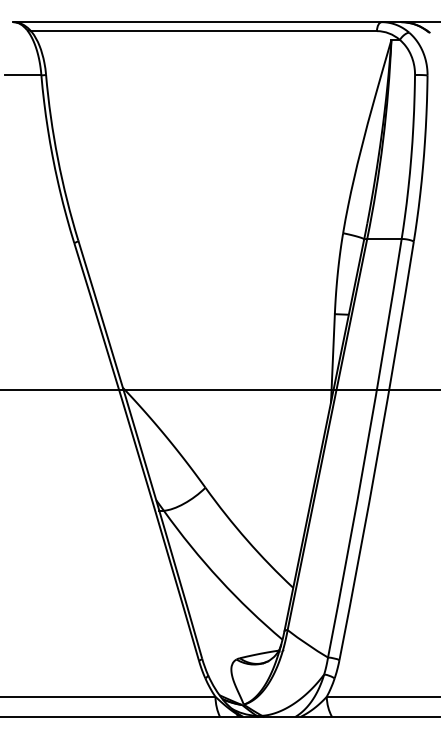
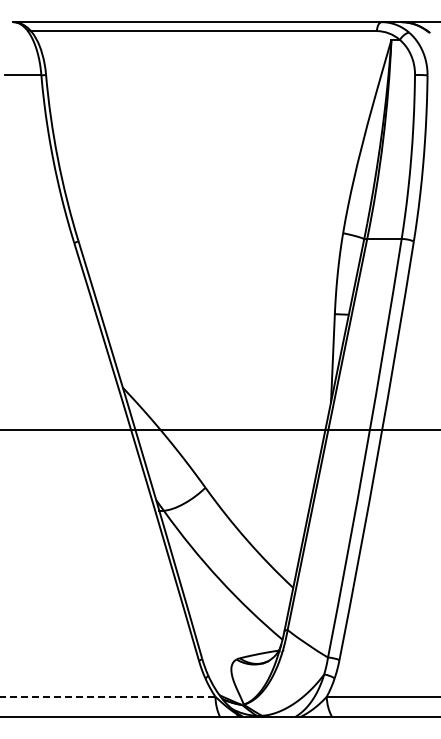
line at (219, 390) position: (219, 390) -> (219, 430)
line at (107, 696): solid -> dashed
